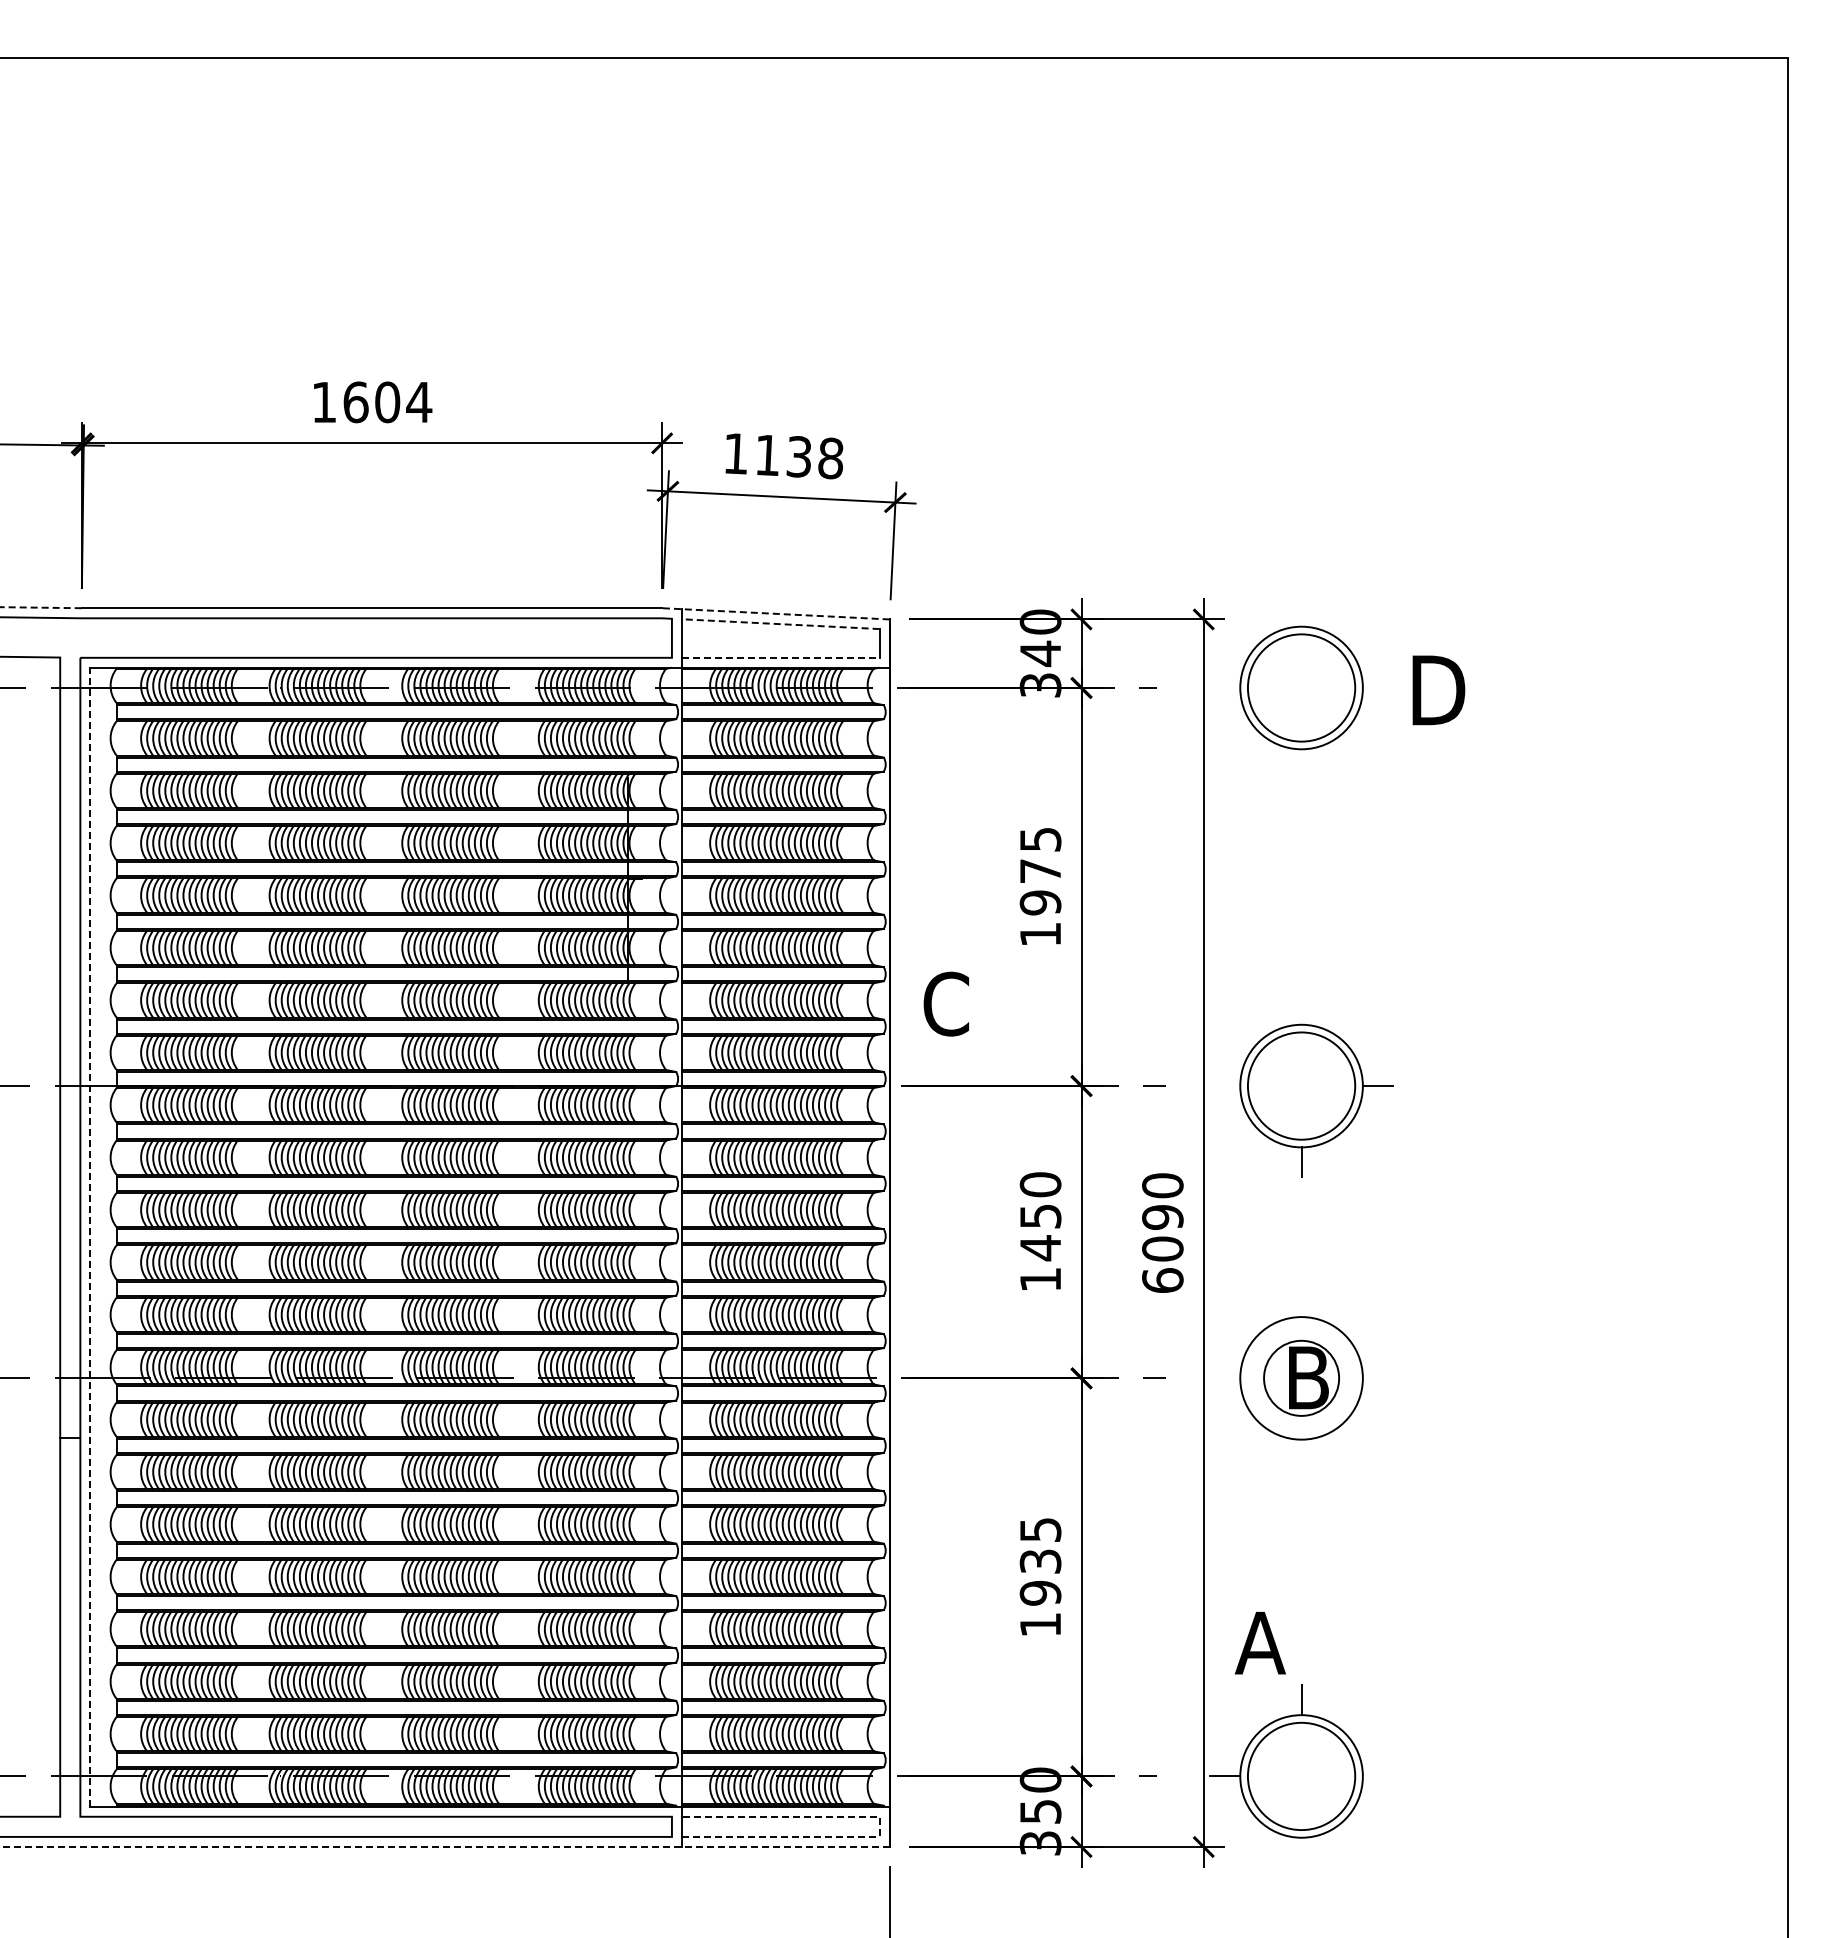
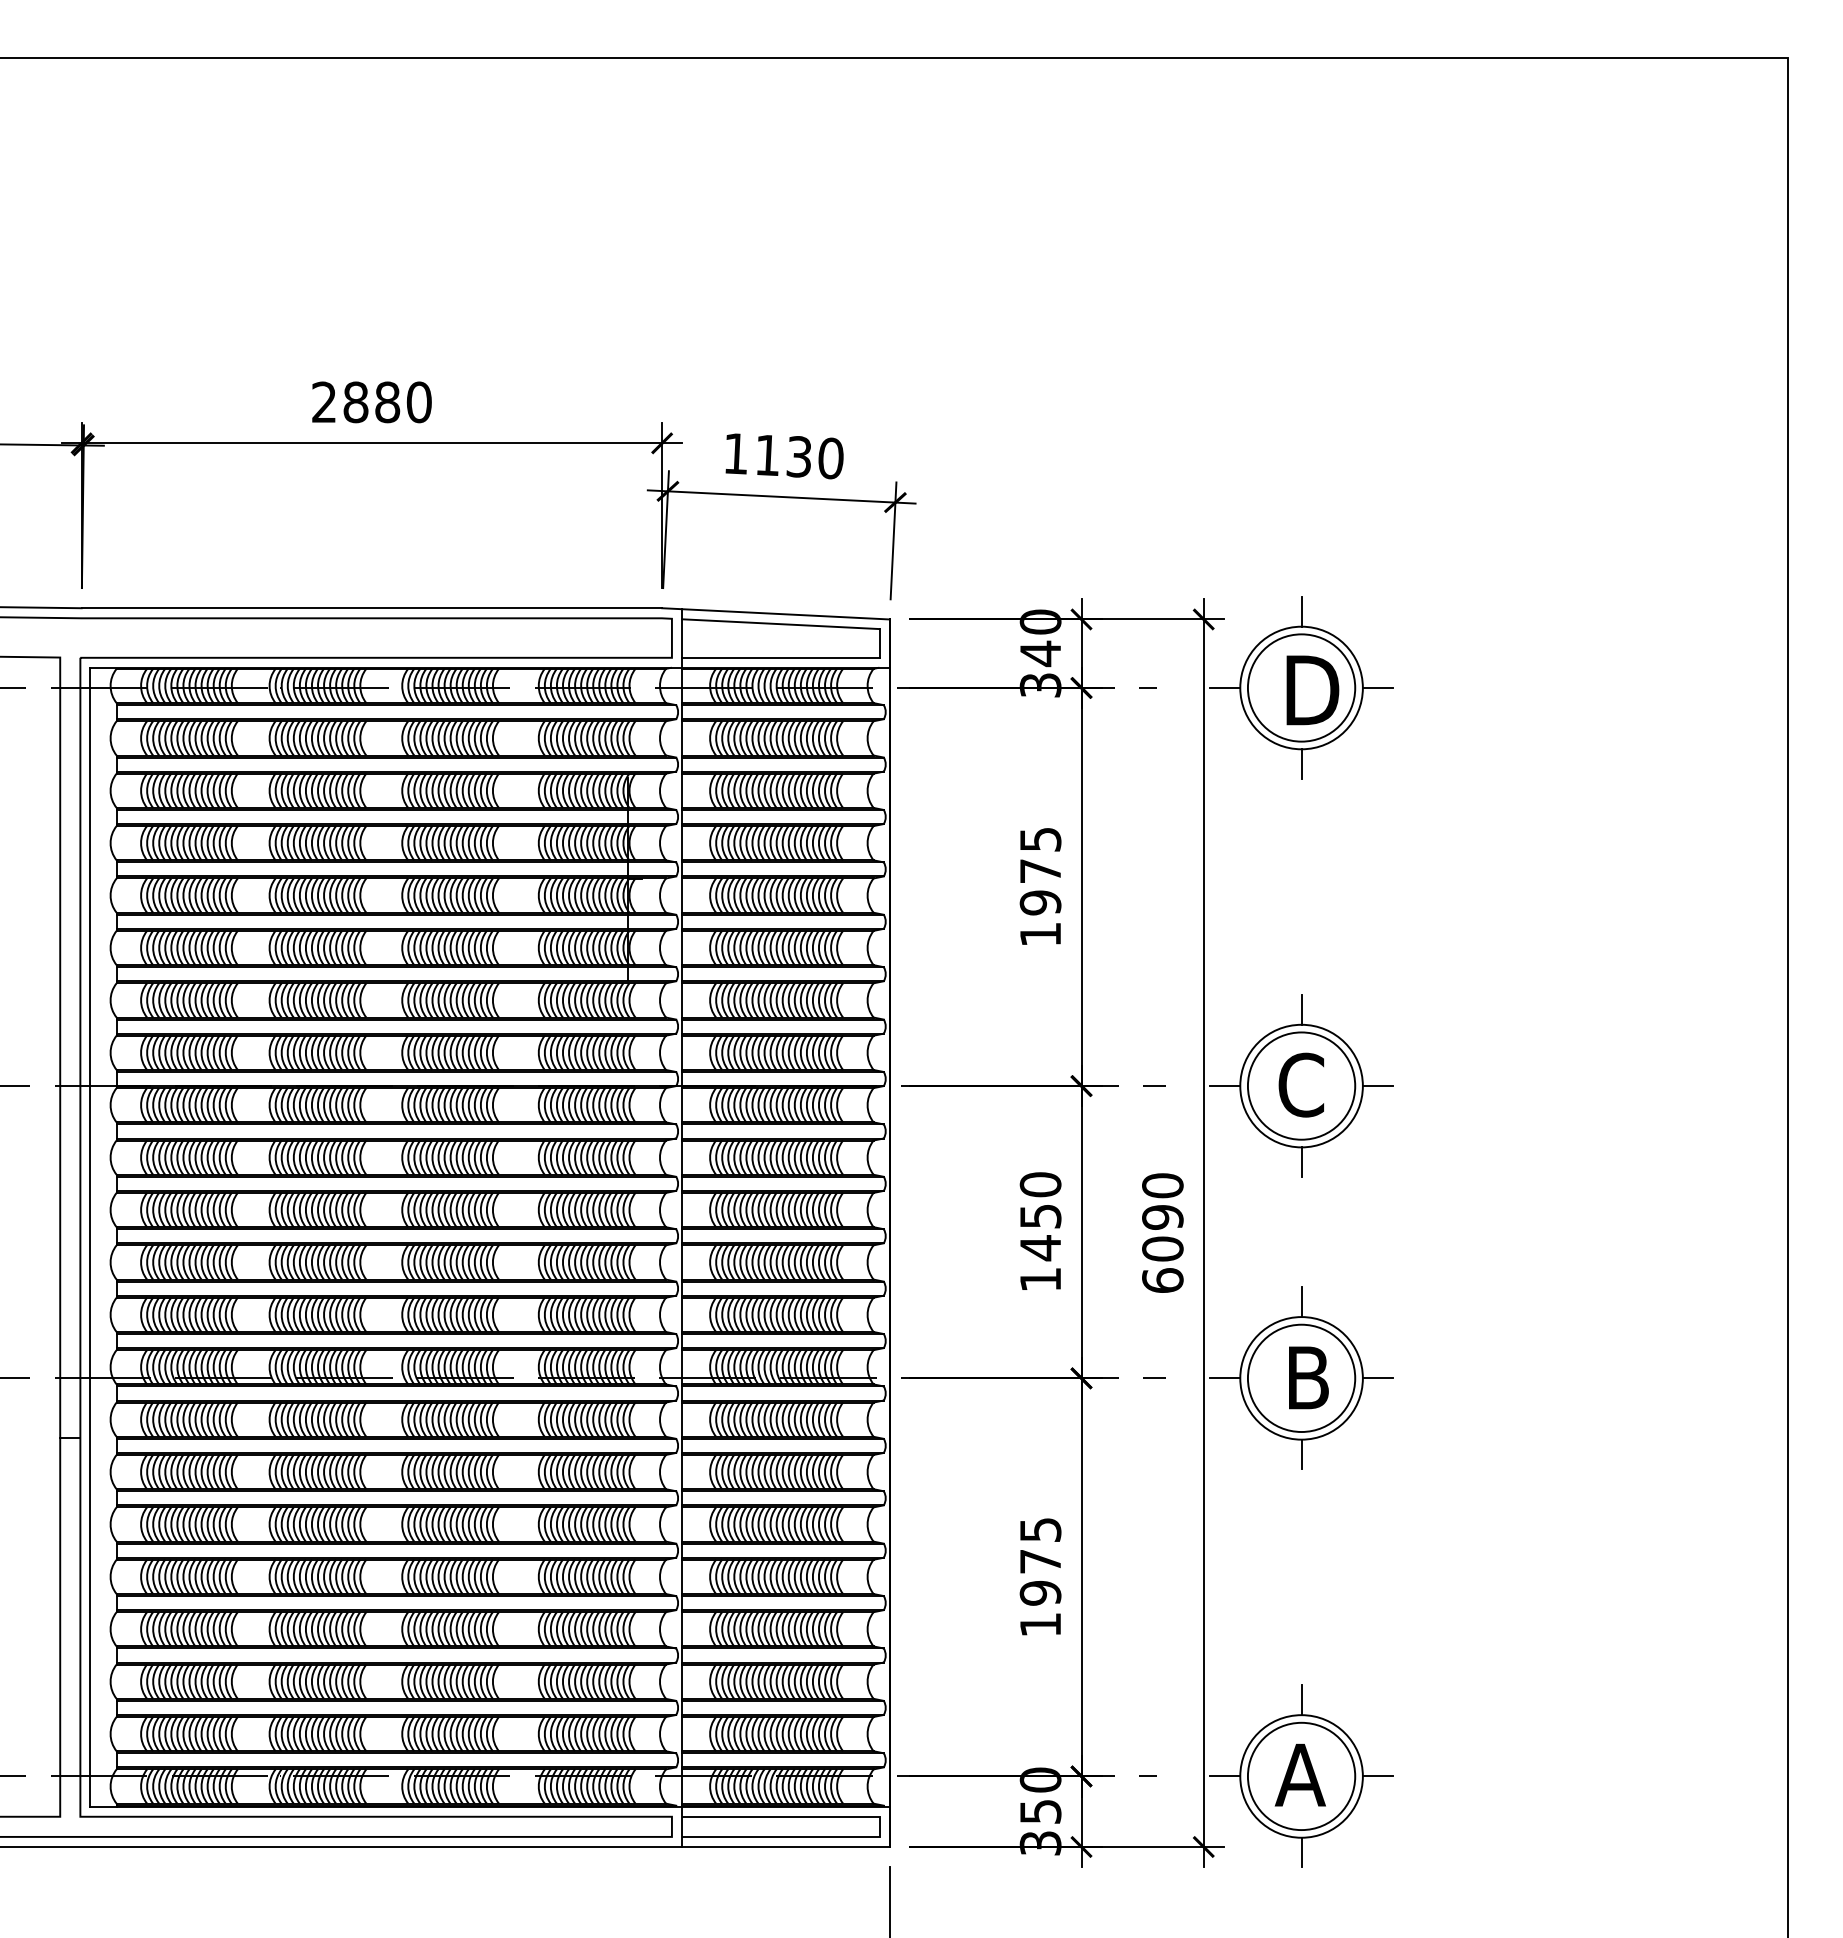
text at (372, 402): 1604 -> 2880
text at (830, 458): 1138 -> 1130
line at (40, 607): dashed -> solid
line at (1301, 611): none -> present
line at (775, 613): dashed -> solid
line at (780, 624): dashed -> solid
line at (780, 657): dashed -> solid
line at (1224, 688): none -> present
line at (1377, 688): none -> present
text at (1438, 690) position: (1438, 690) -> (1312, 690)
line at (1301, 764): none -> present
text at (945, 1003) position: (945, 1003) -> (1300, 1084)
line at (1301, 1009): none -> present
line at (1224, 1086): none -> present
line at (90, 1236): dashed -> solid
line at (1301, 1302): none -> present
circle at (1301, 1377) diameter: 75 px -> 107 px
line at (1224, 1378): none -> present
line at (1377, 1378): none -> present
line at (1301, 1454): none -> present
text at (1040, 1561): 1935 -> 1975
text at (1259, 1643) position: (1259, 1643) -> (1299, 1775)
line at (1377, 1776): none -> present
line at (879, 1826): dashed -> solid
line at (444, 1847): dashed -> solid
line at (1301, 1852): none -> present
